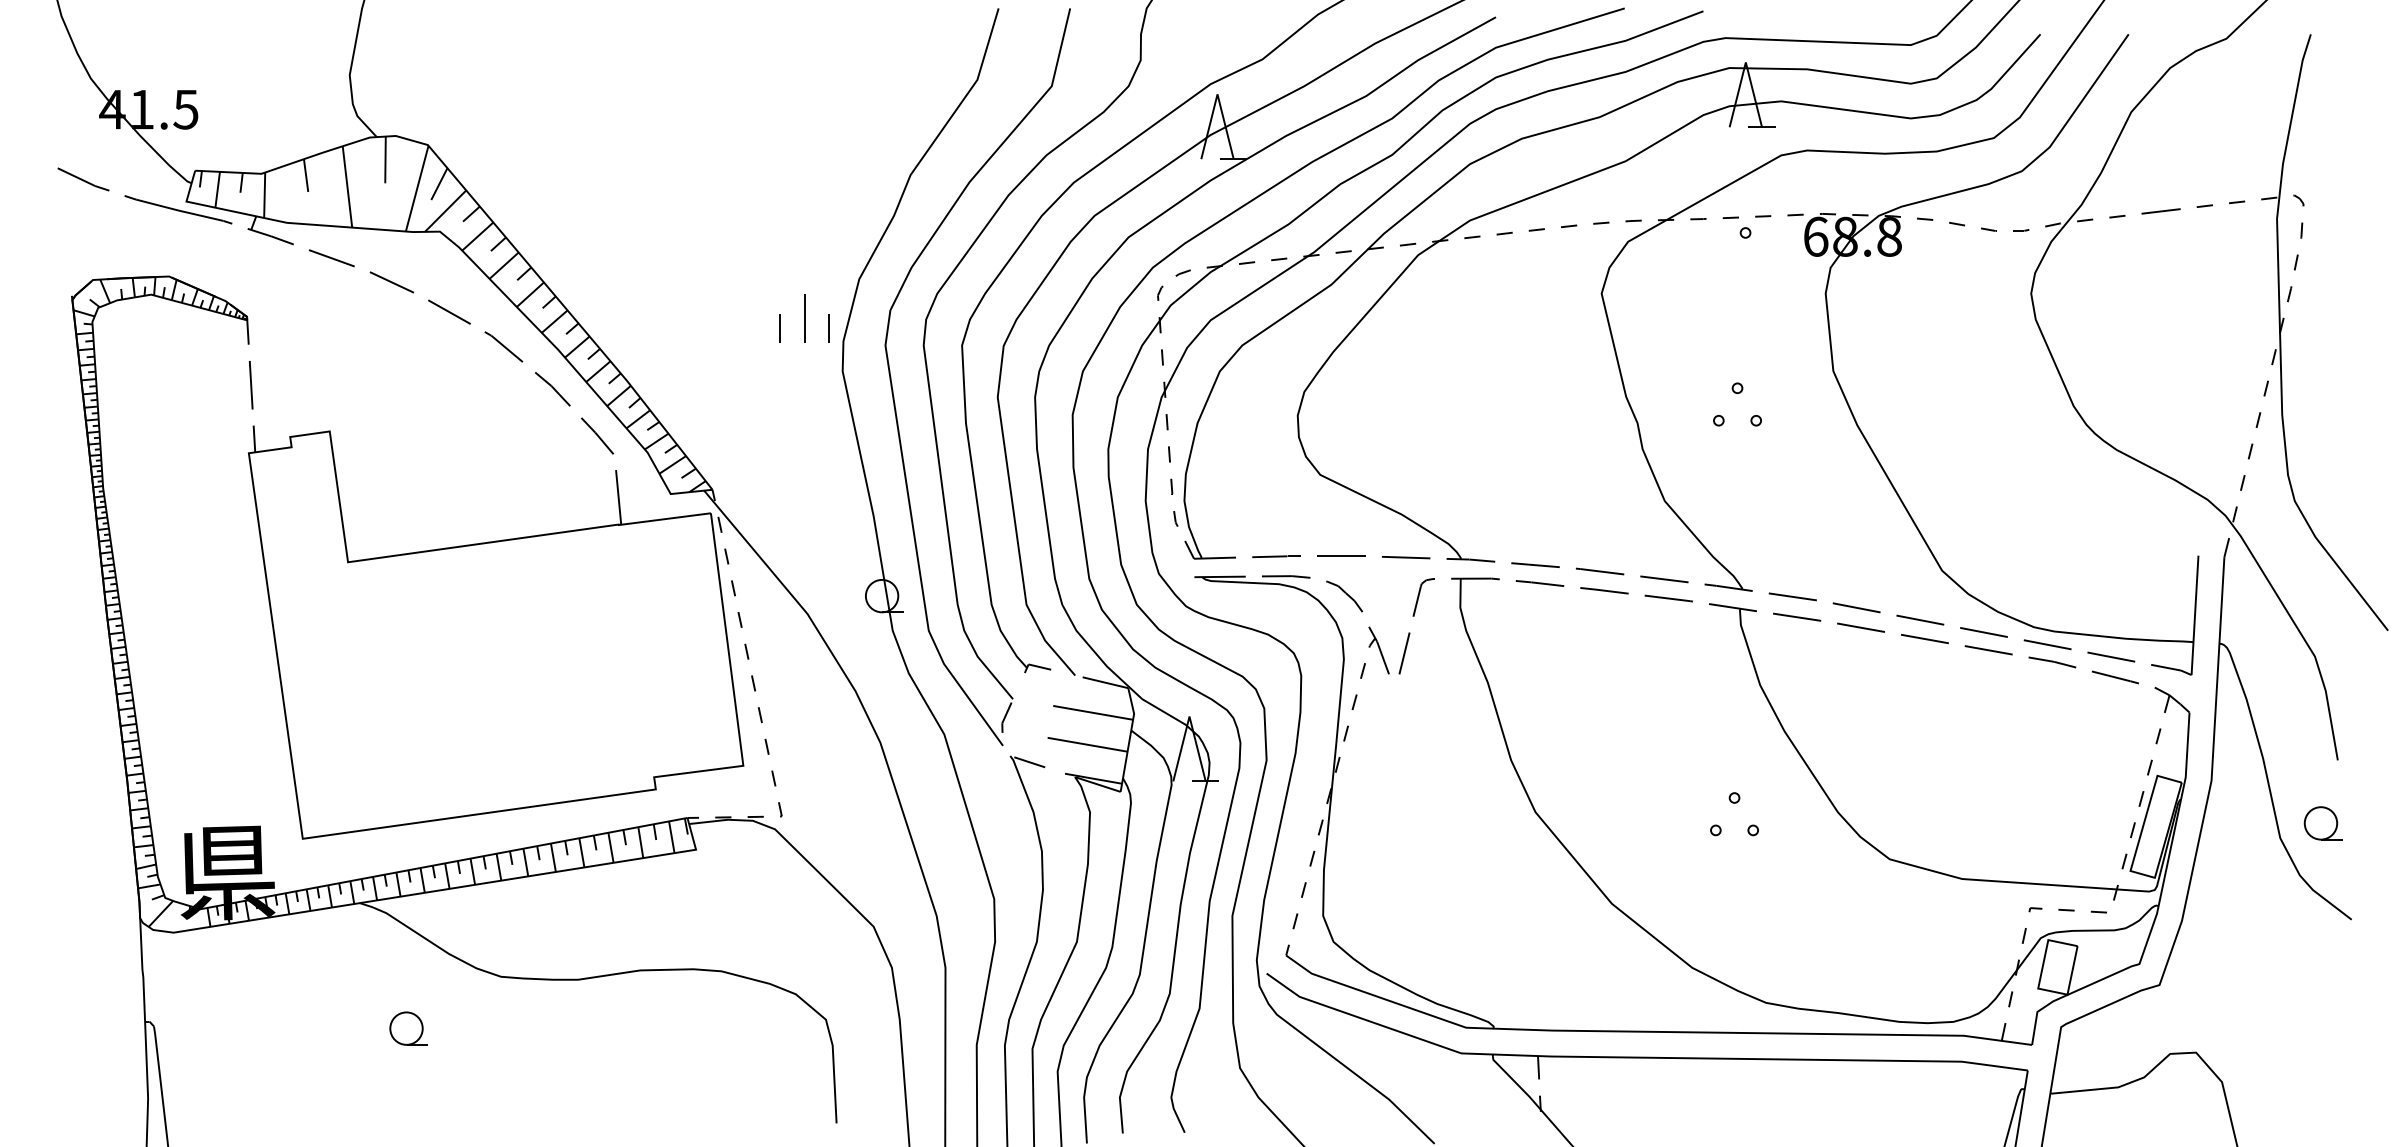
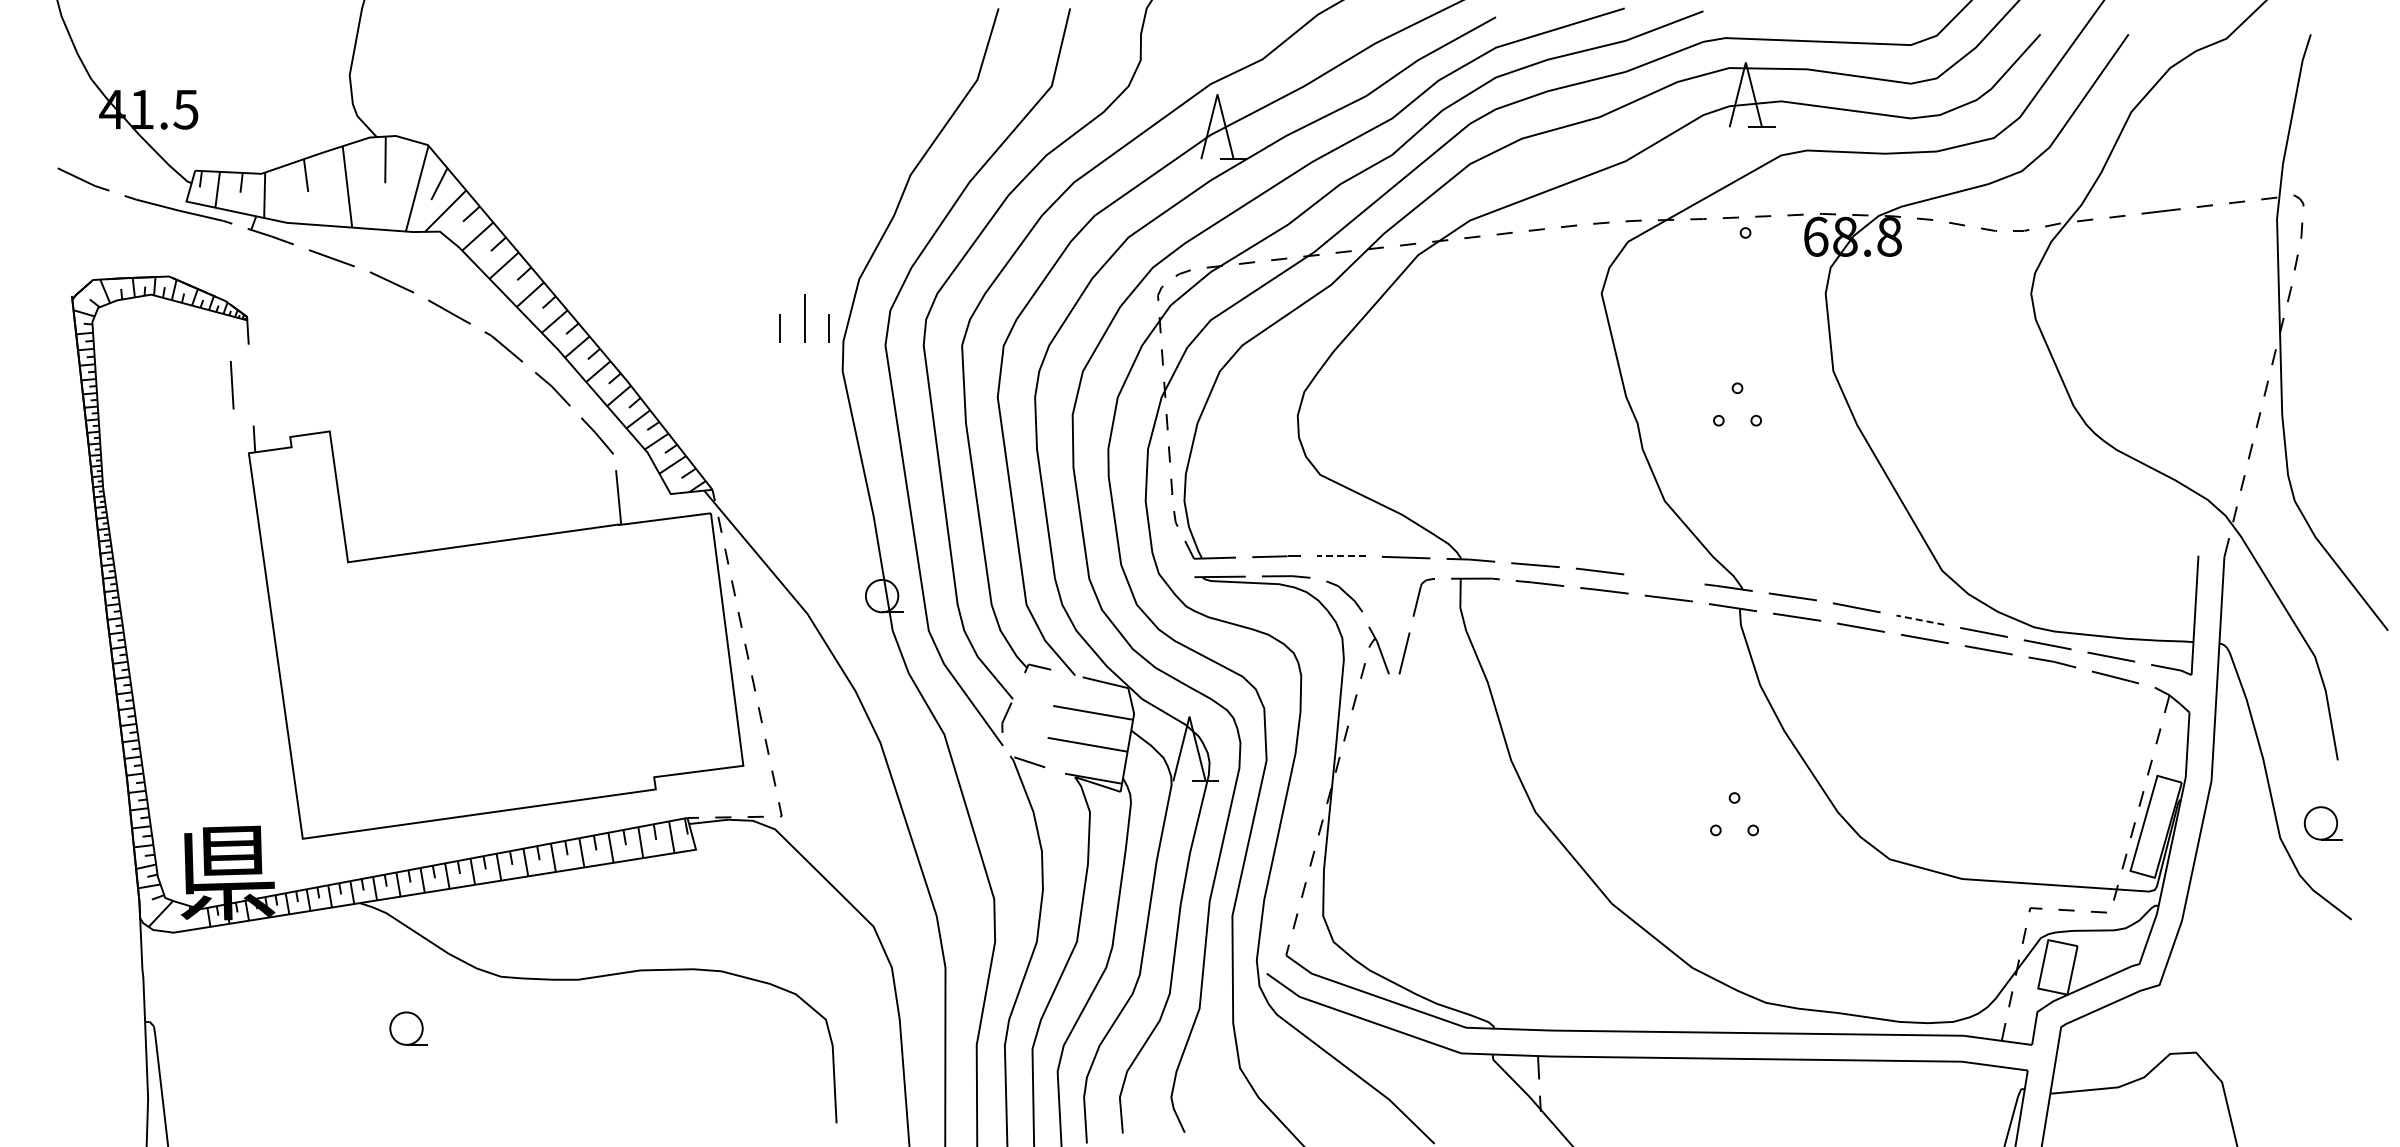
line at (250, 385) position: (250, 385) -> (231, 385)
line at (1340, 556): solid -> dashed
line at (1664, 579): present -> none
line at (1919, 620): solid -> dashed
